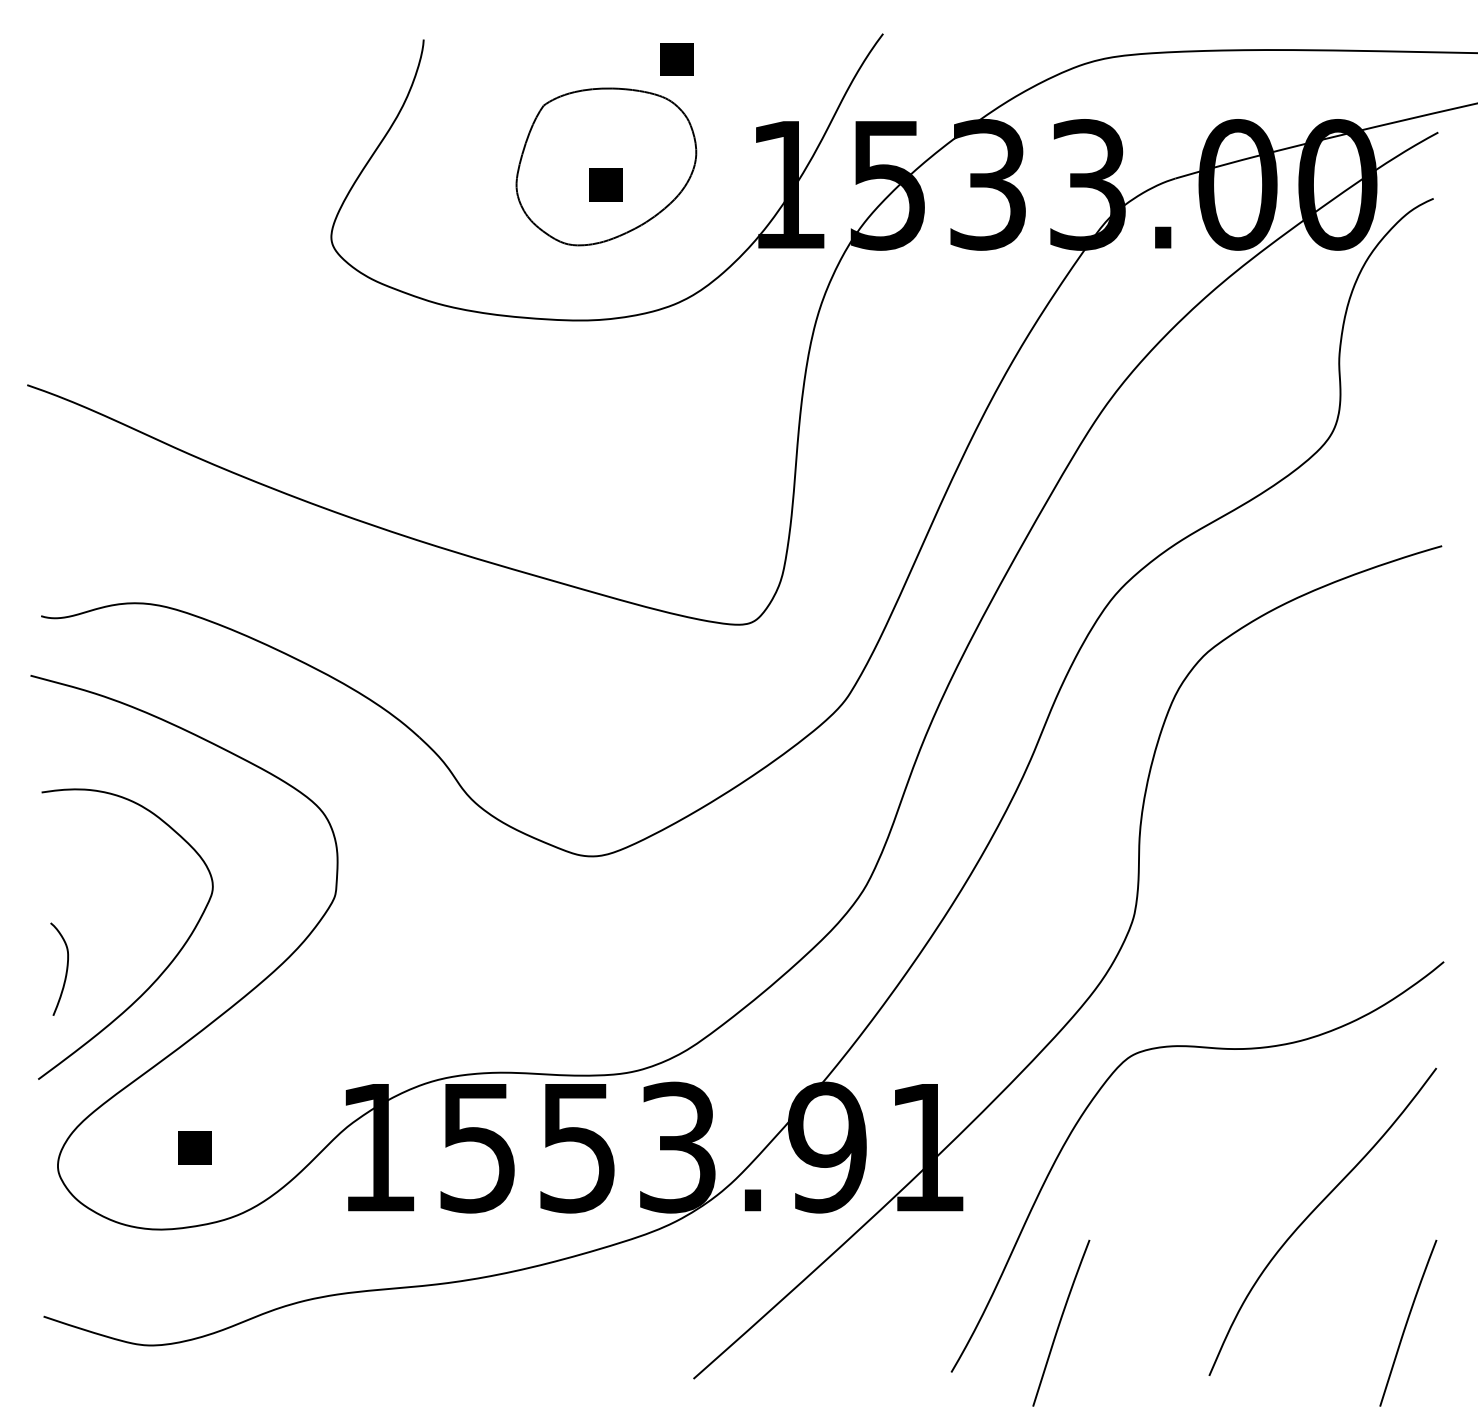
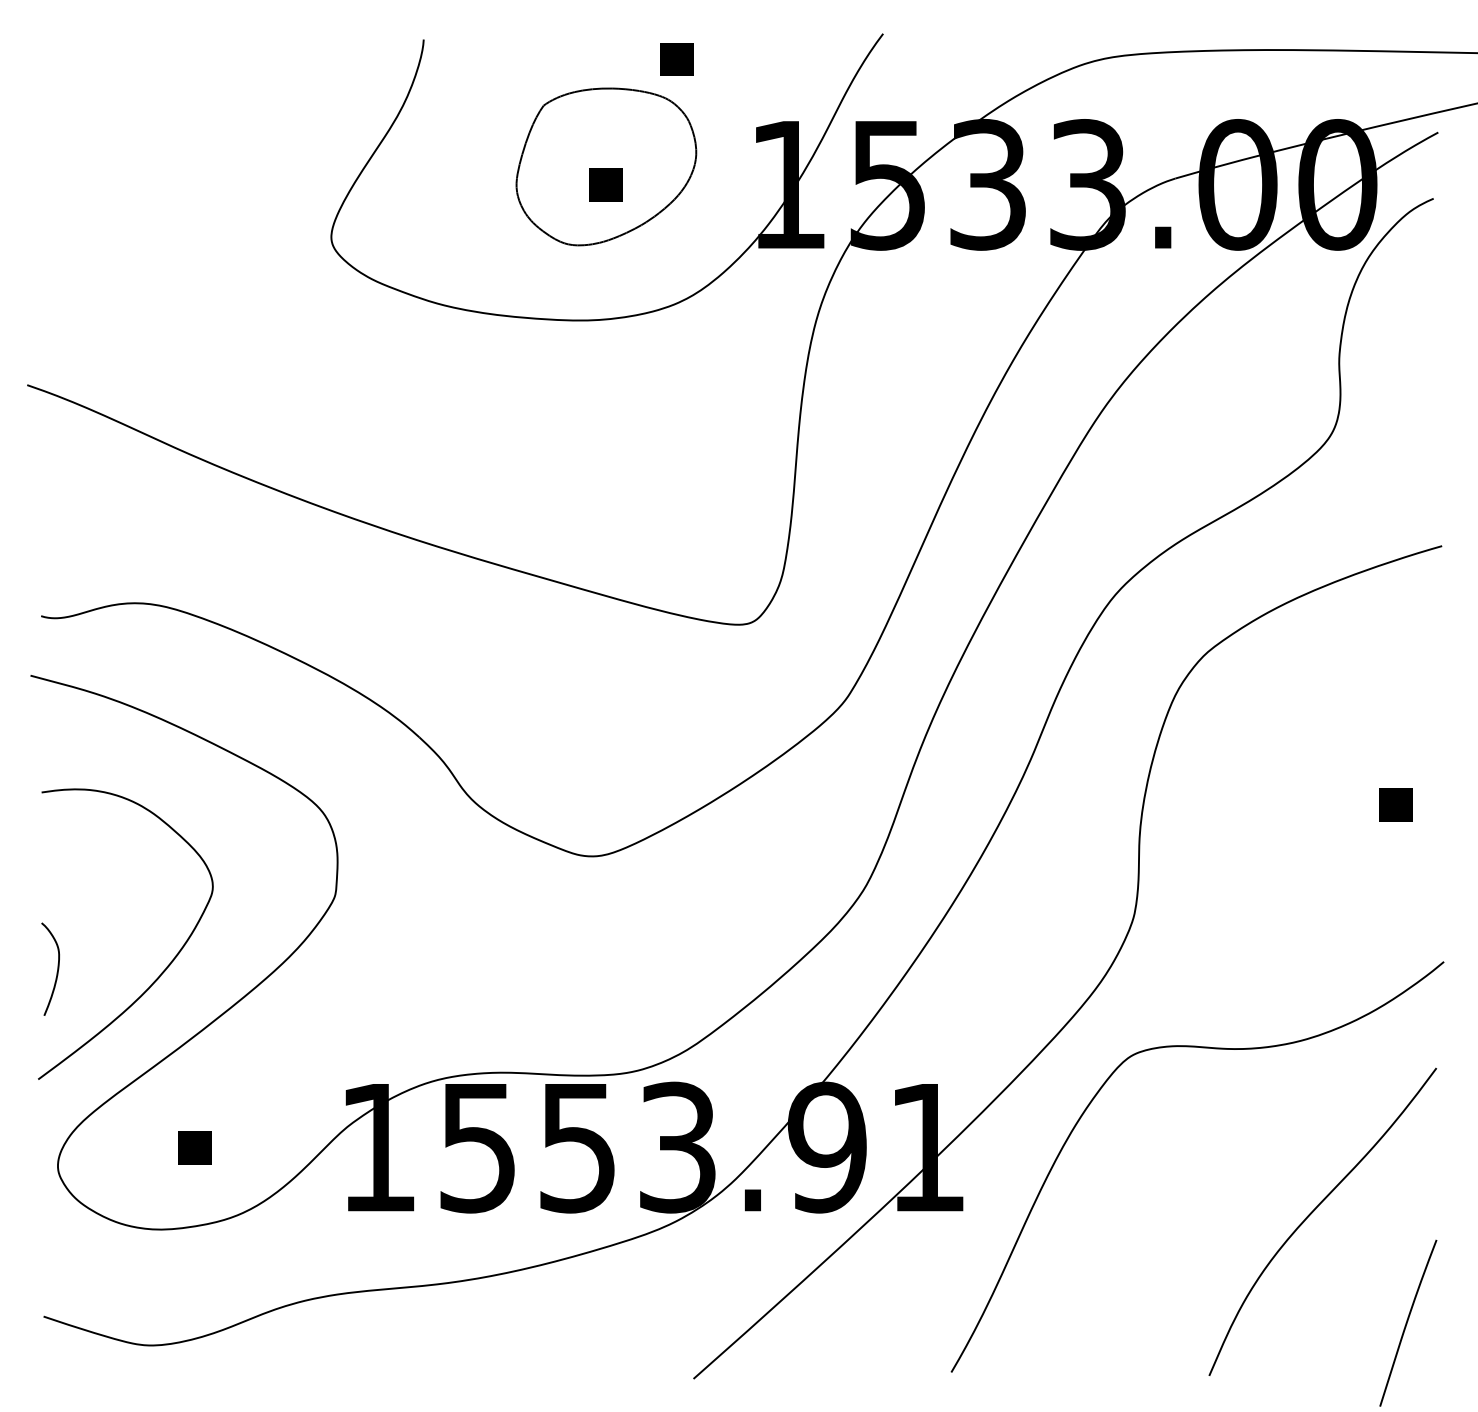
part at (1395, 804): none -> present
curve at (66, 968) position: (66, 968) -> (57, 968)
curve at (1061, 1321): present -> none
